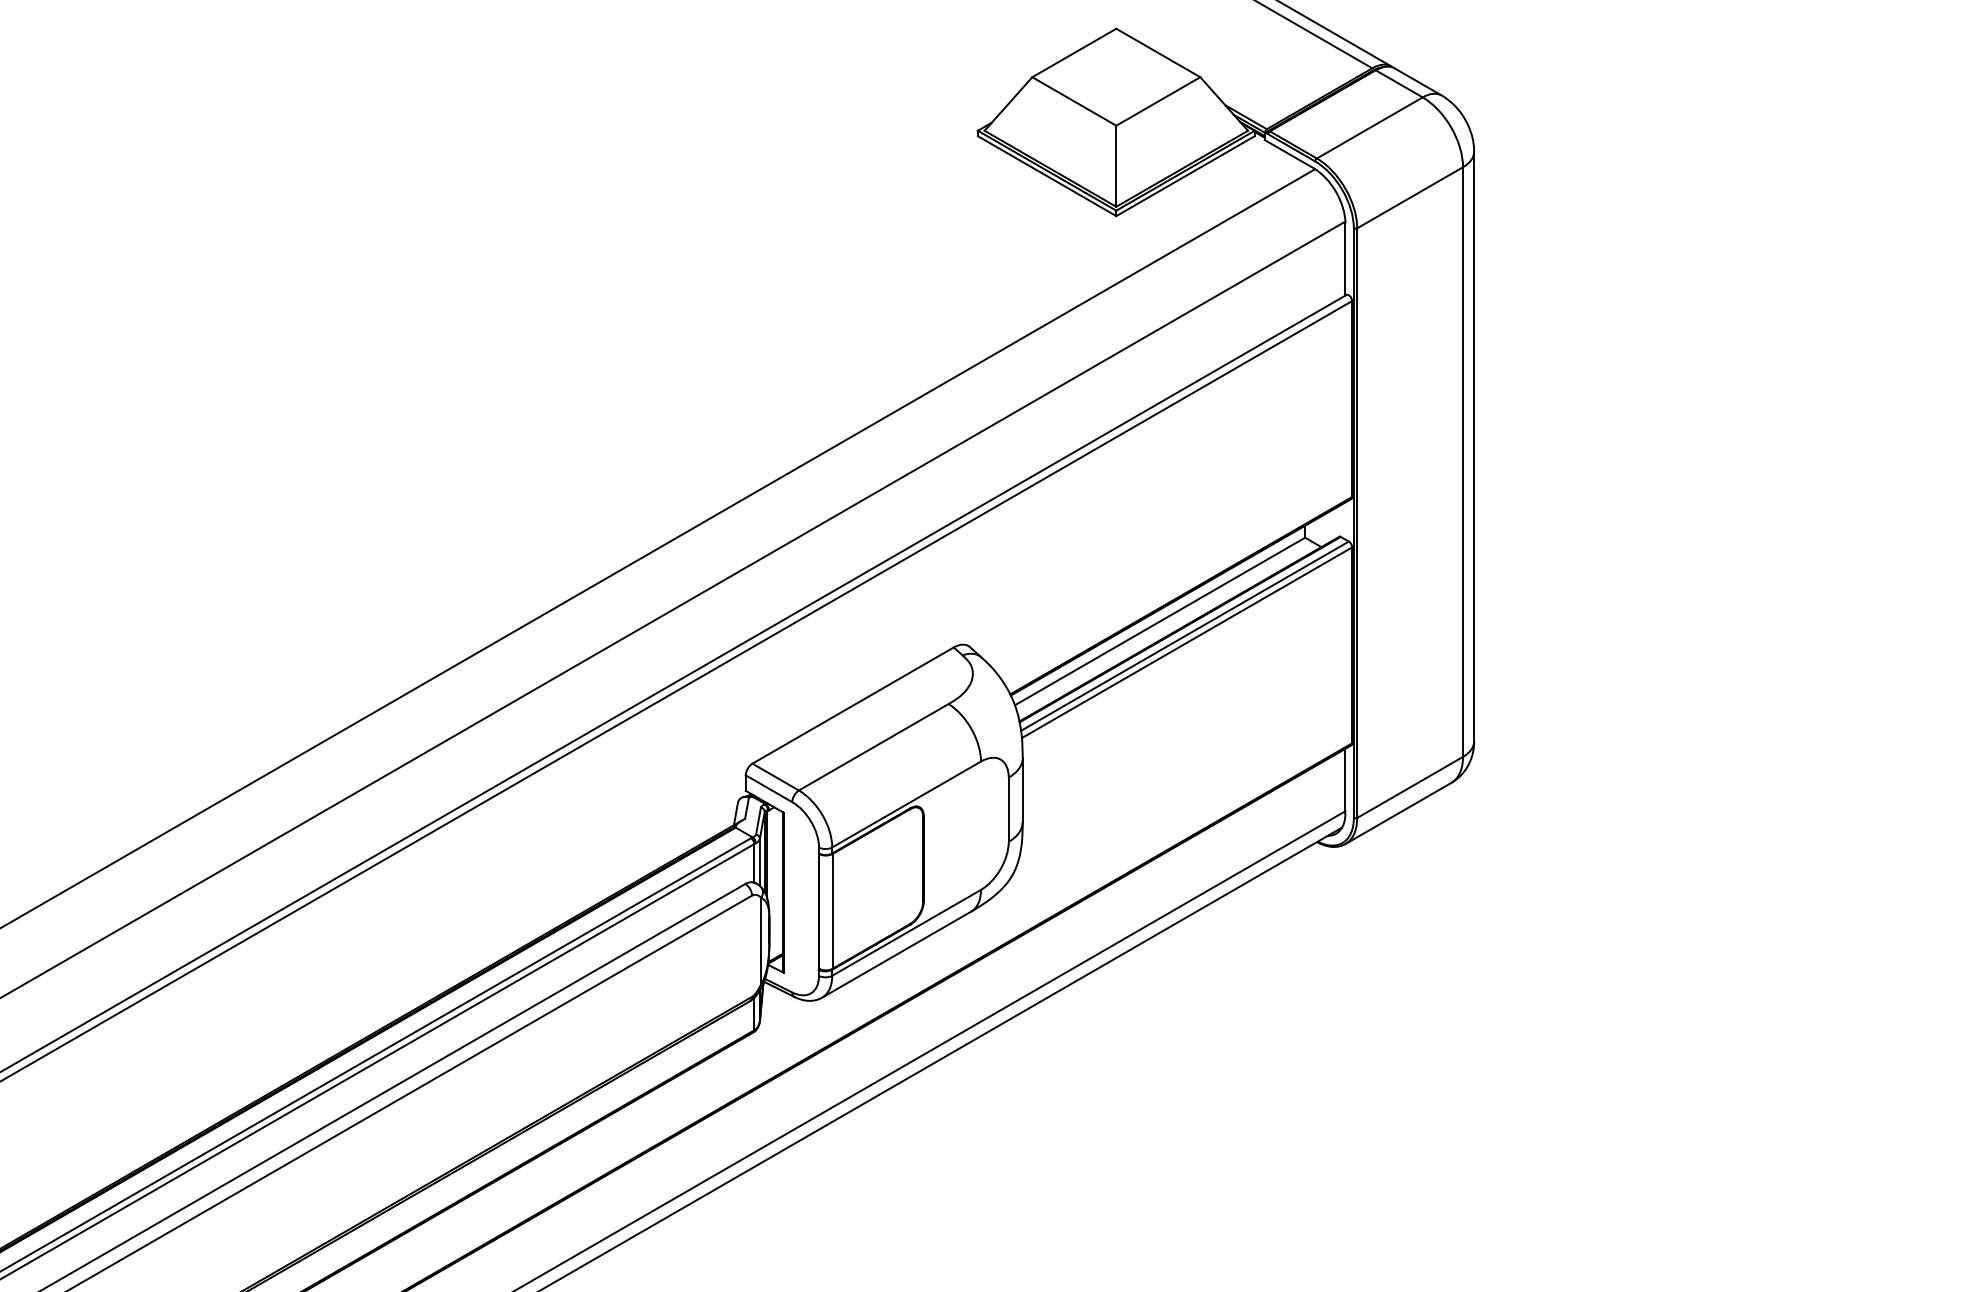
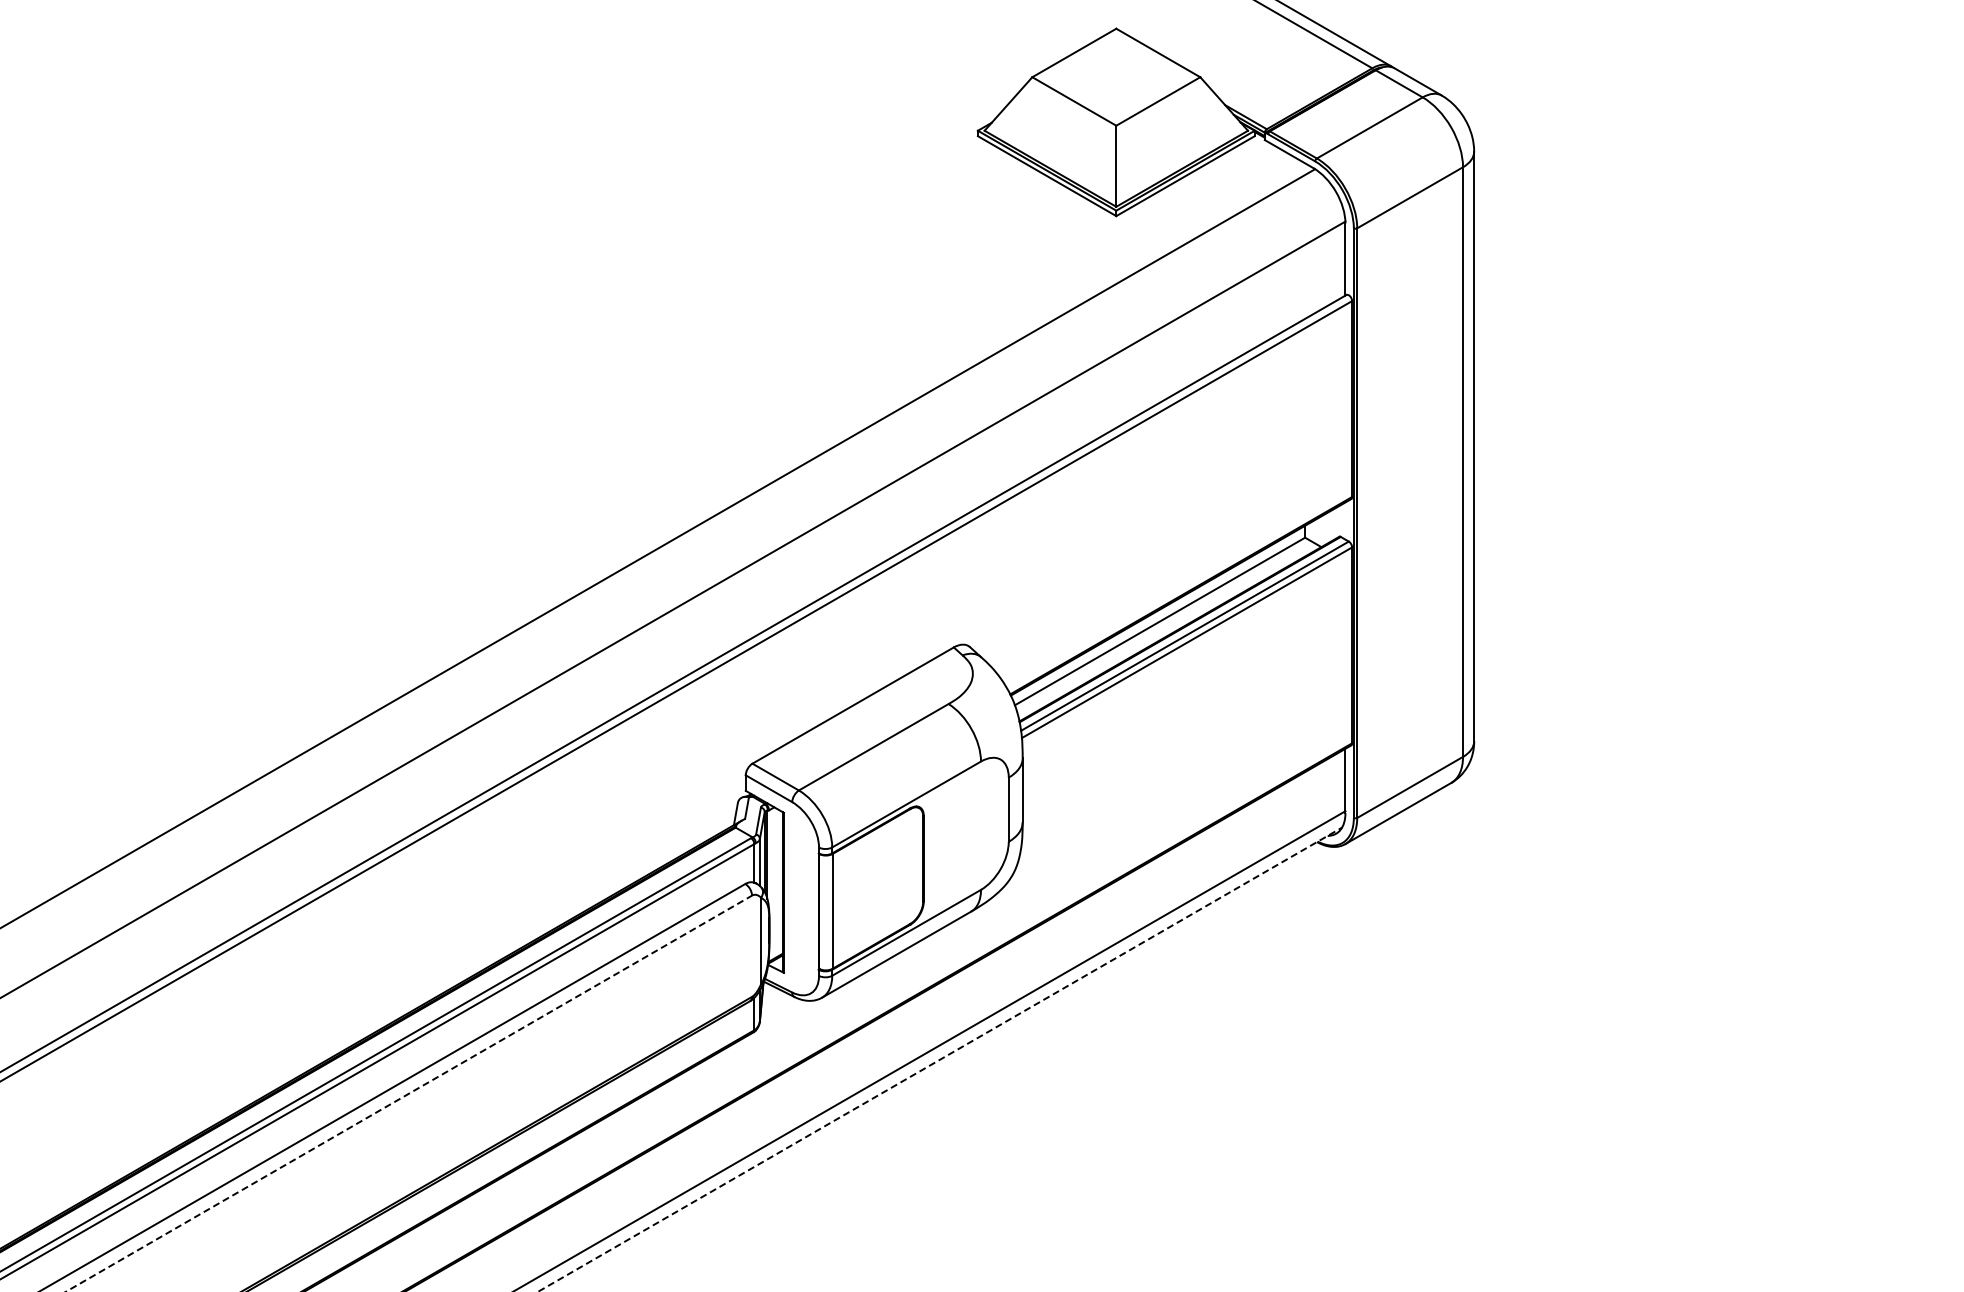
line at (940, 1059): solid -> dashed
line at (409, 1093): solid -> dashed
